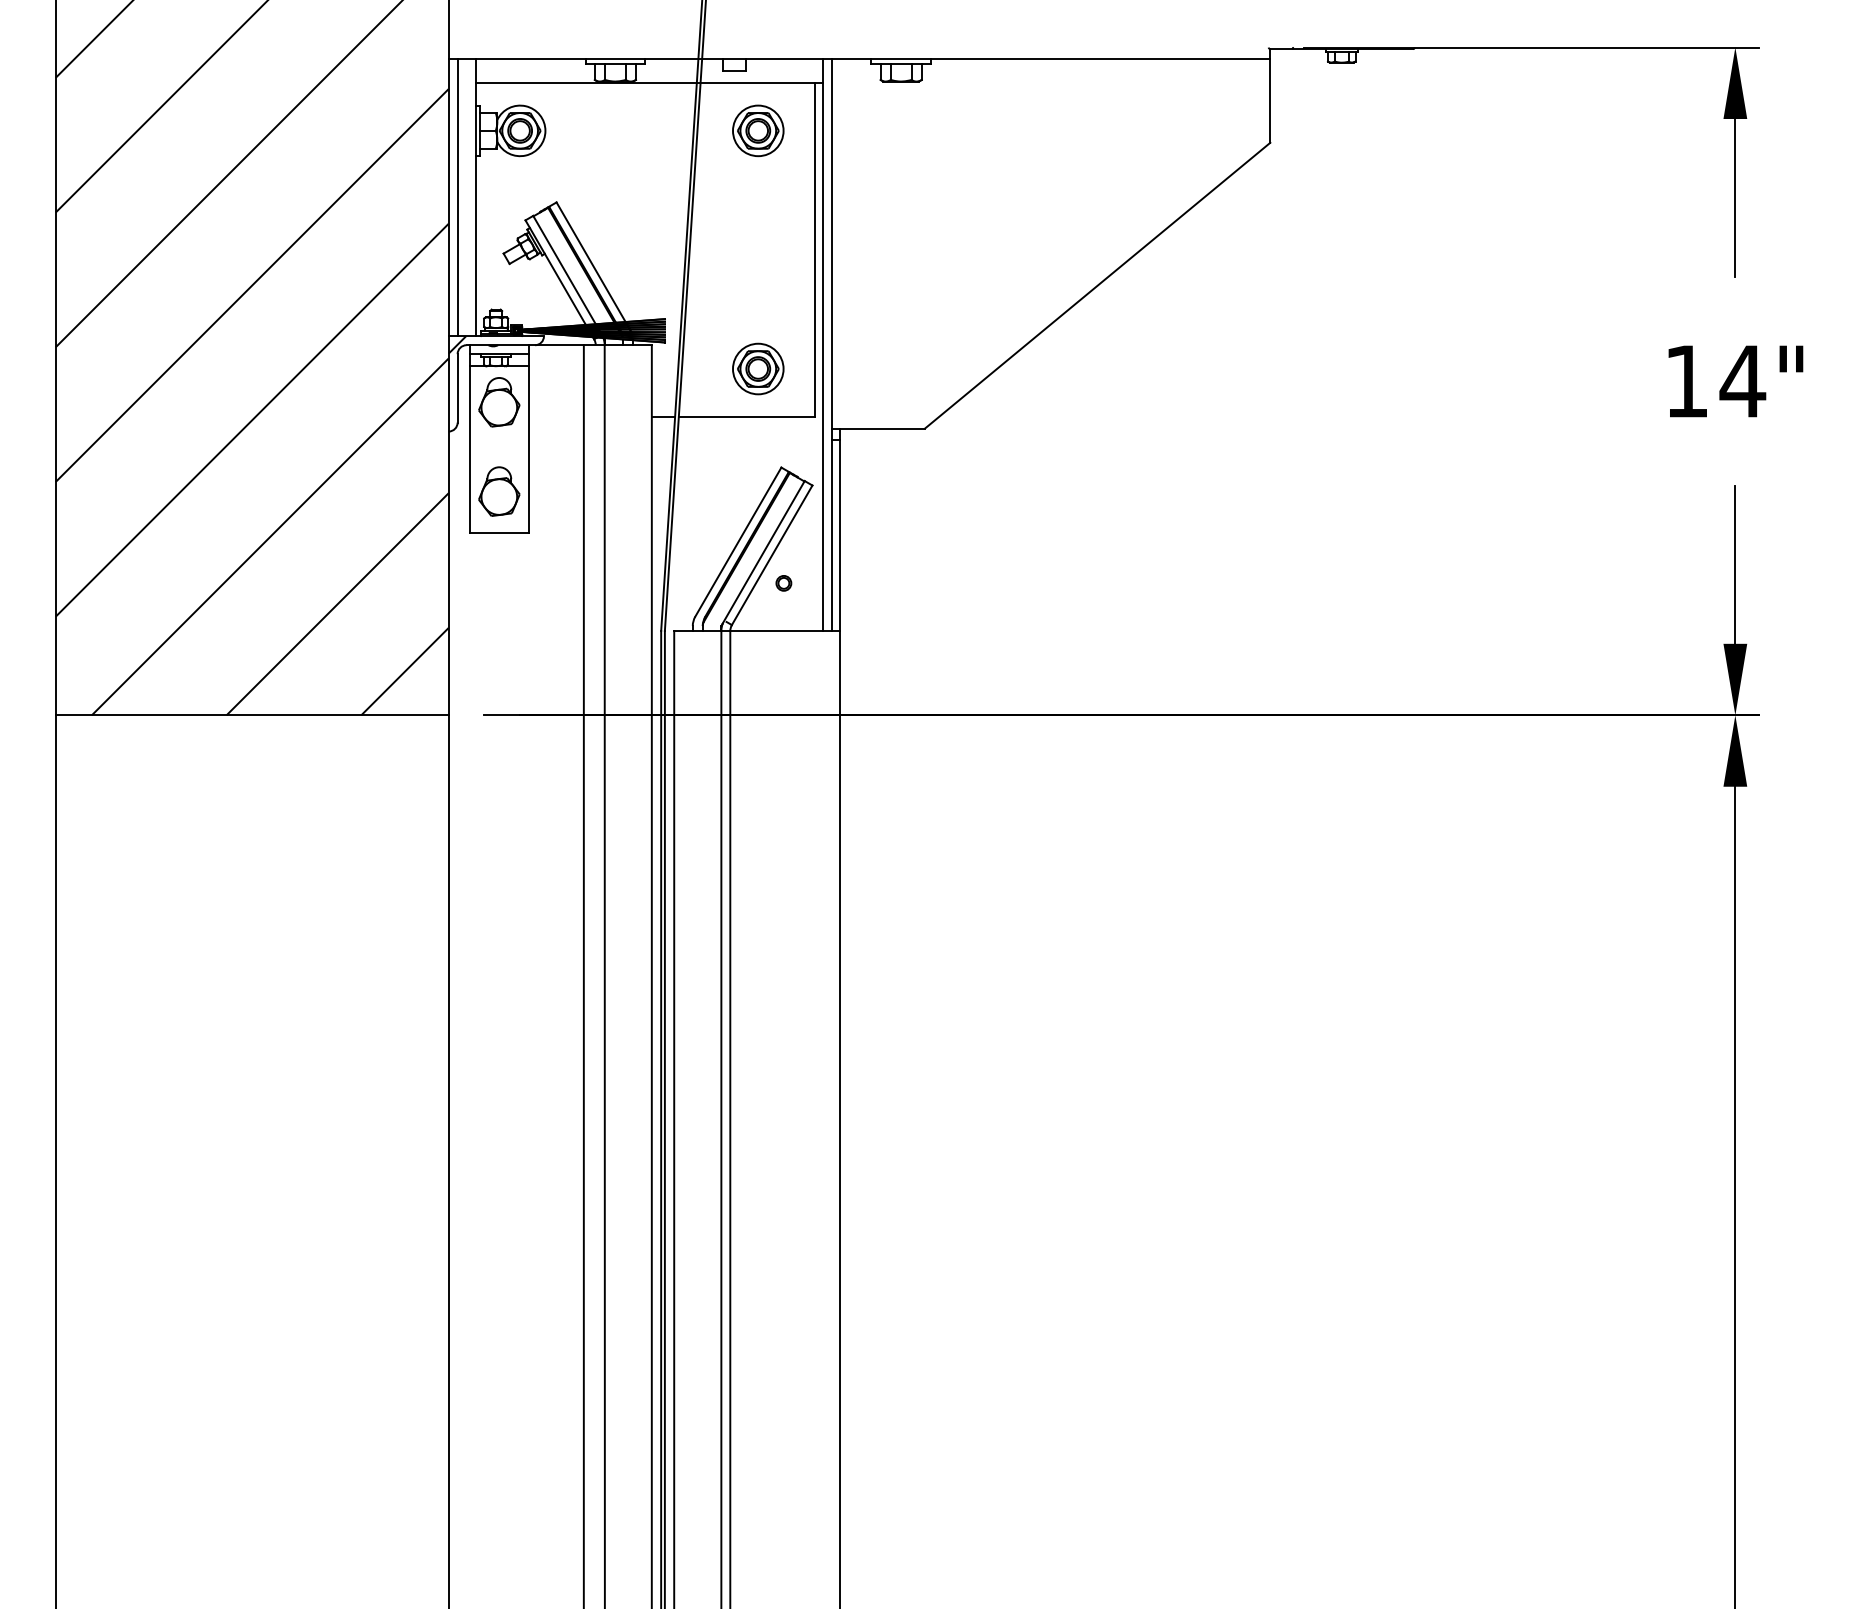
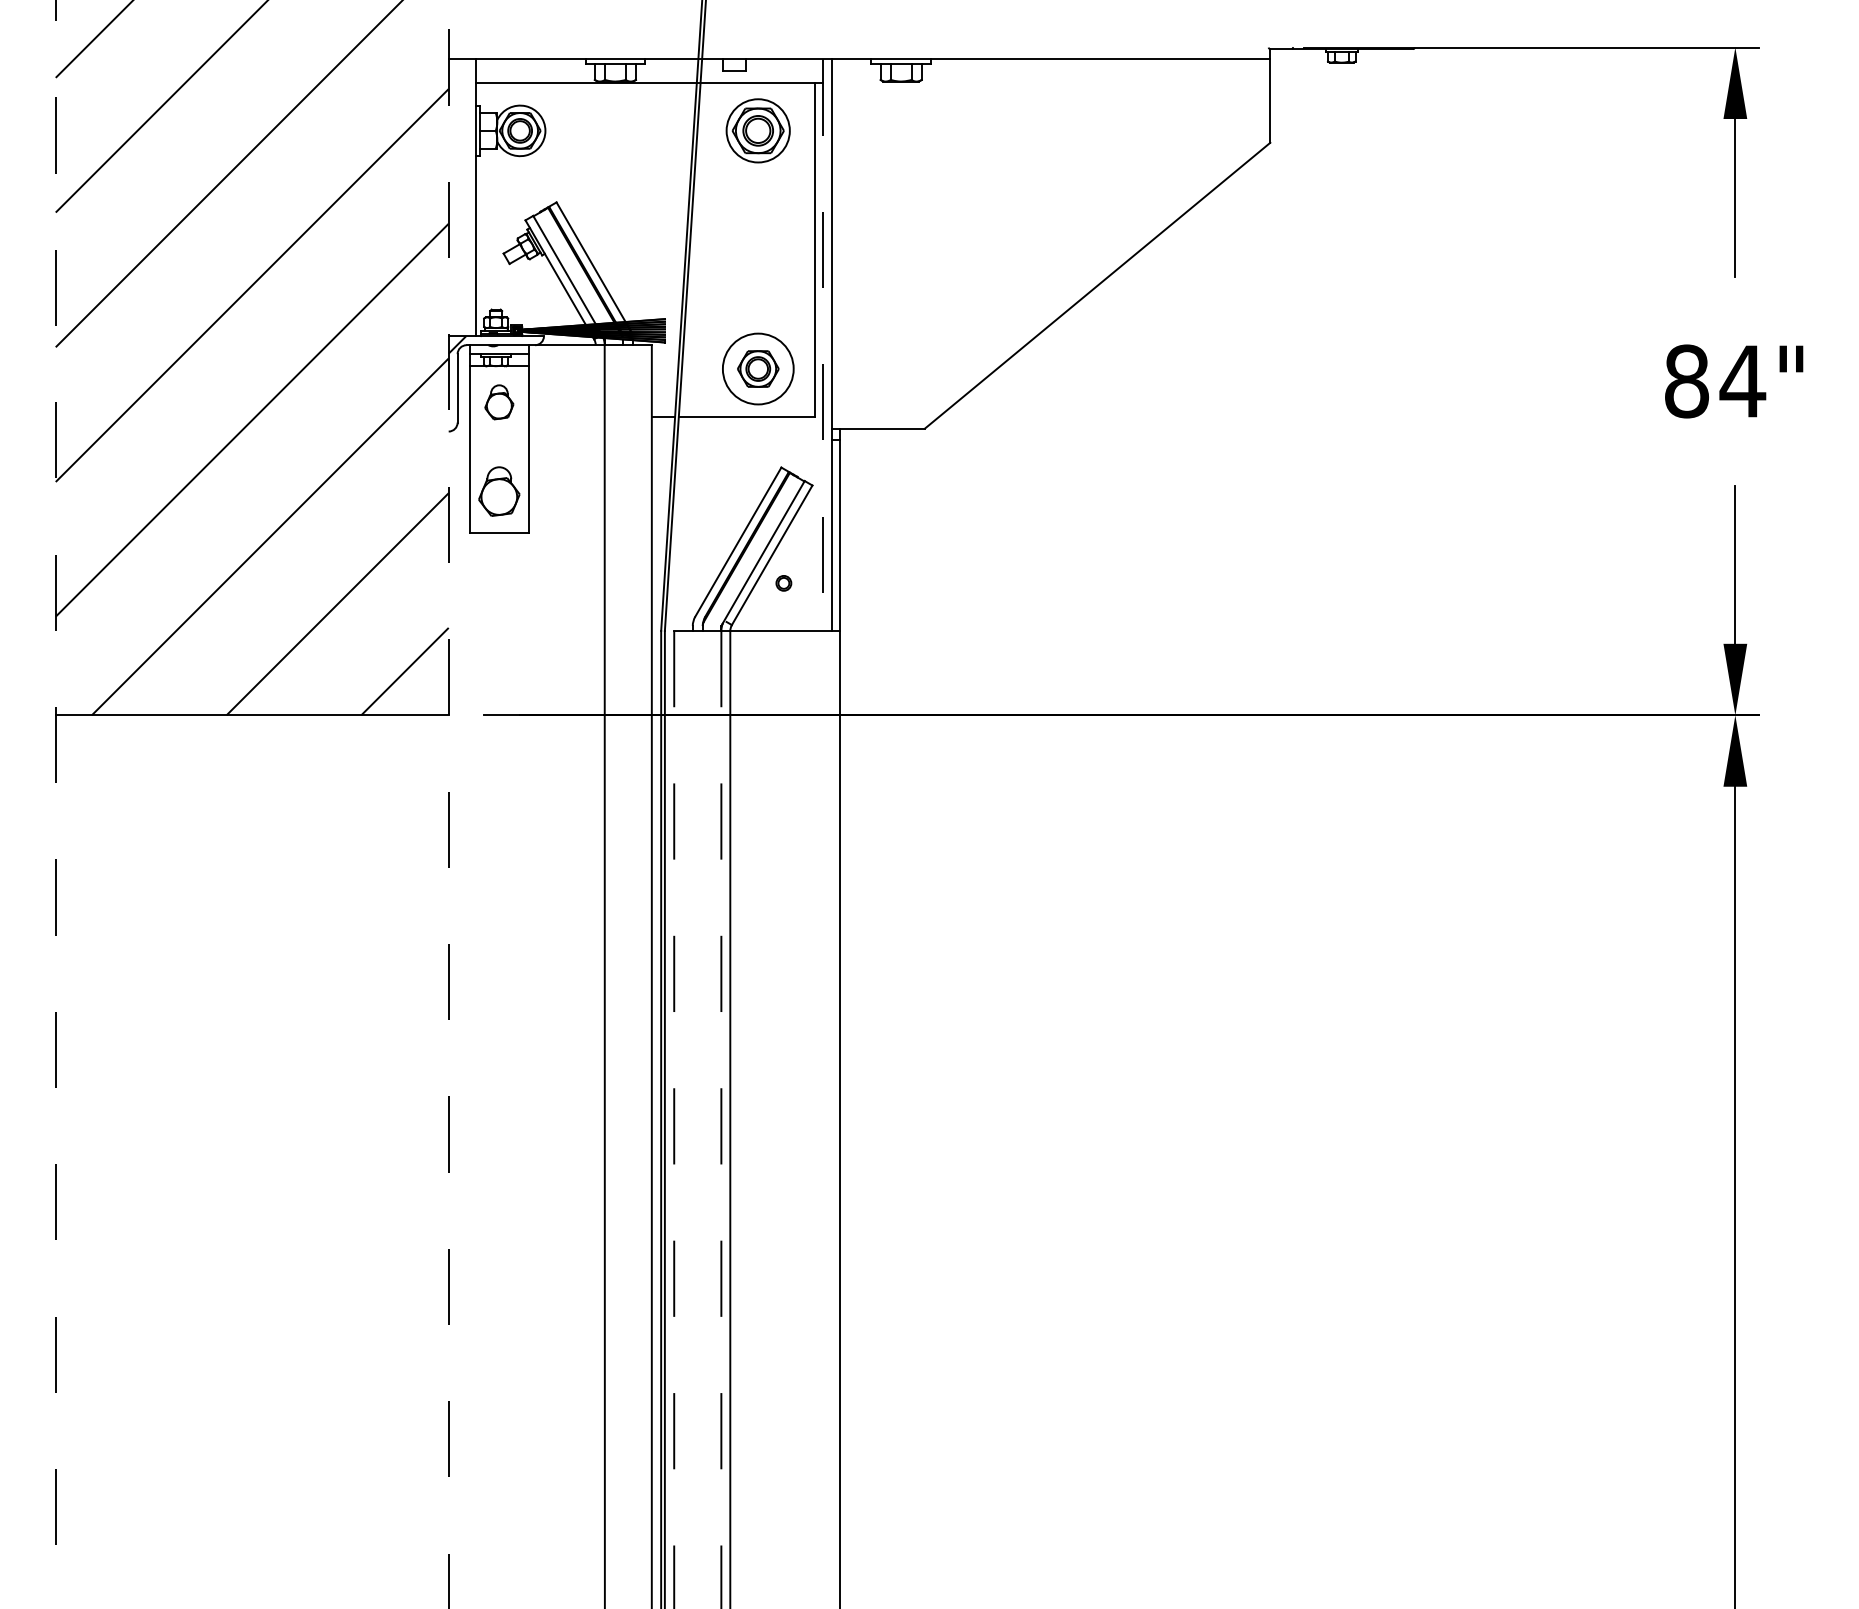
part at (758, 130) size: 53x54 px -> 66x66 px
line at (457, 197): present -> none
line at (822, 345): solid -> dashed
circle at (758, 368) diameter: 51 px -> 71 px
text at (1686, 381): 14" -> 84"
part at (499, 402) size: 43x51 px -> 31x37 px
line at (55, 804): solid -> dashed
line at (448, 804): solid -> dashed
line at (583, 975): present -> none
line at (674, 1119): solid -> dashed
line at (721, 1119): solid -> dashed
